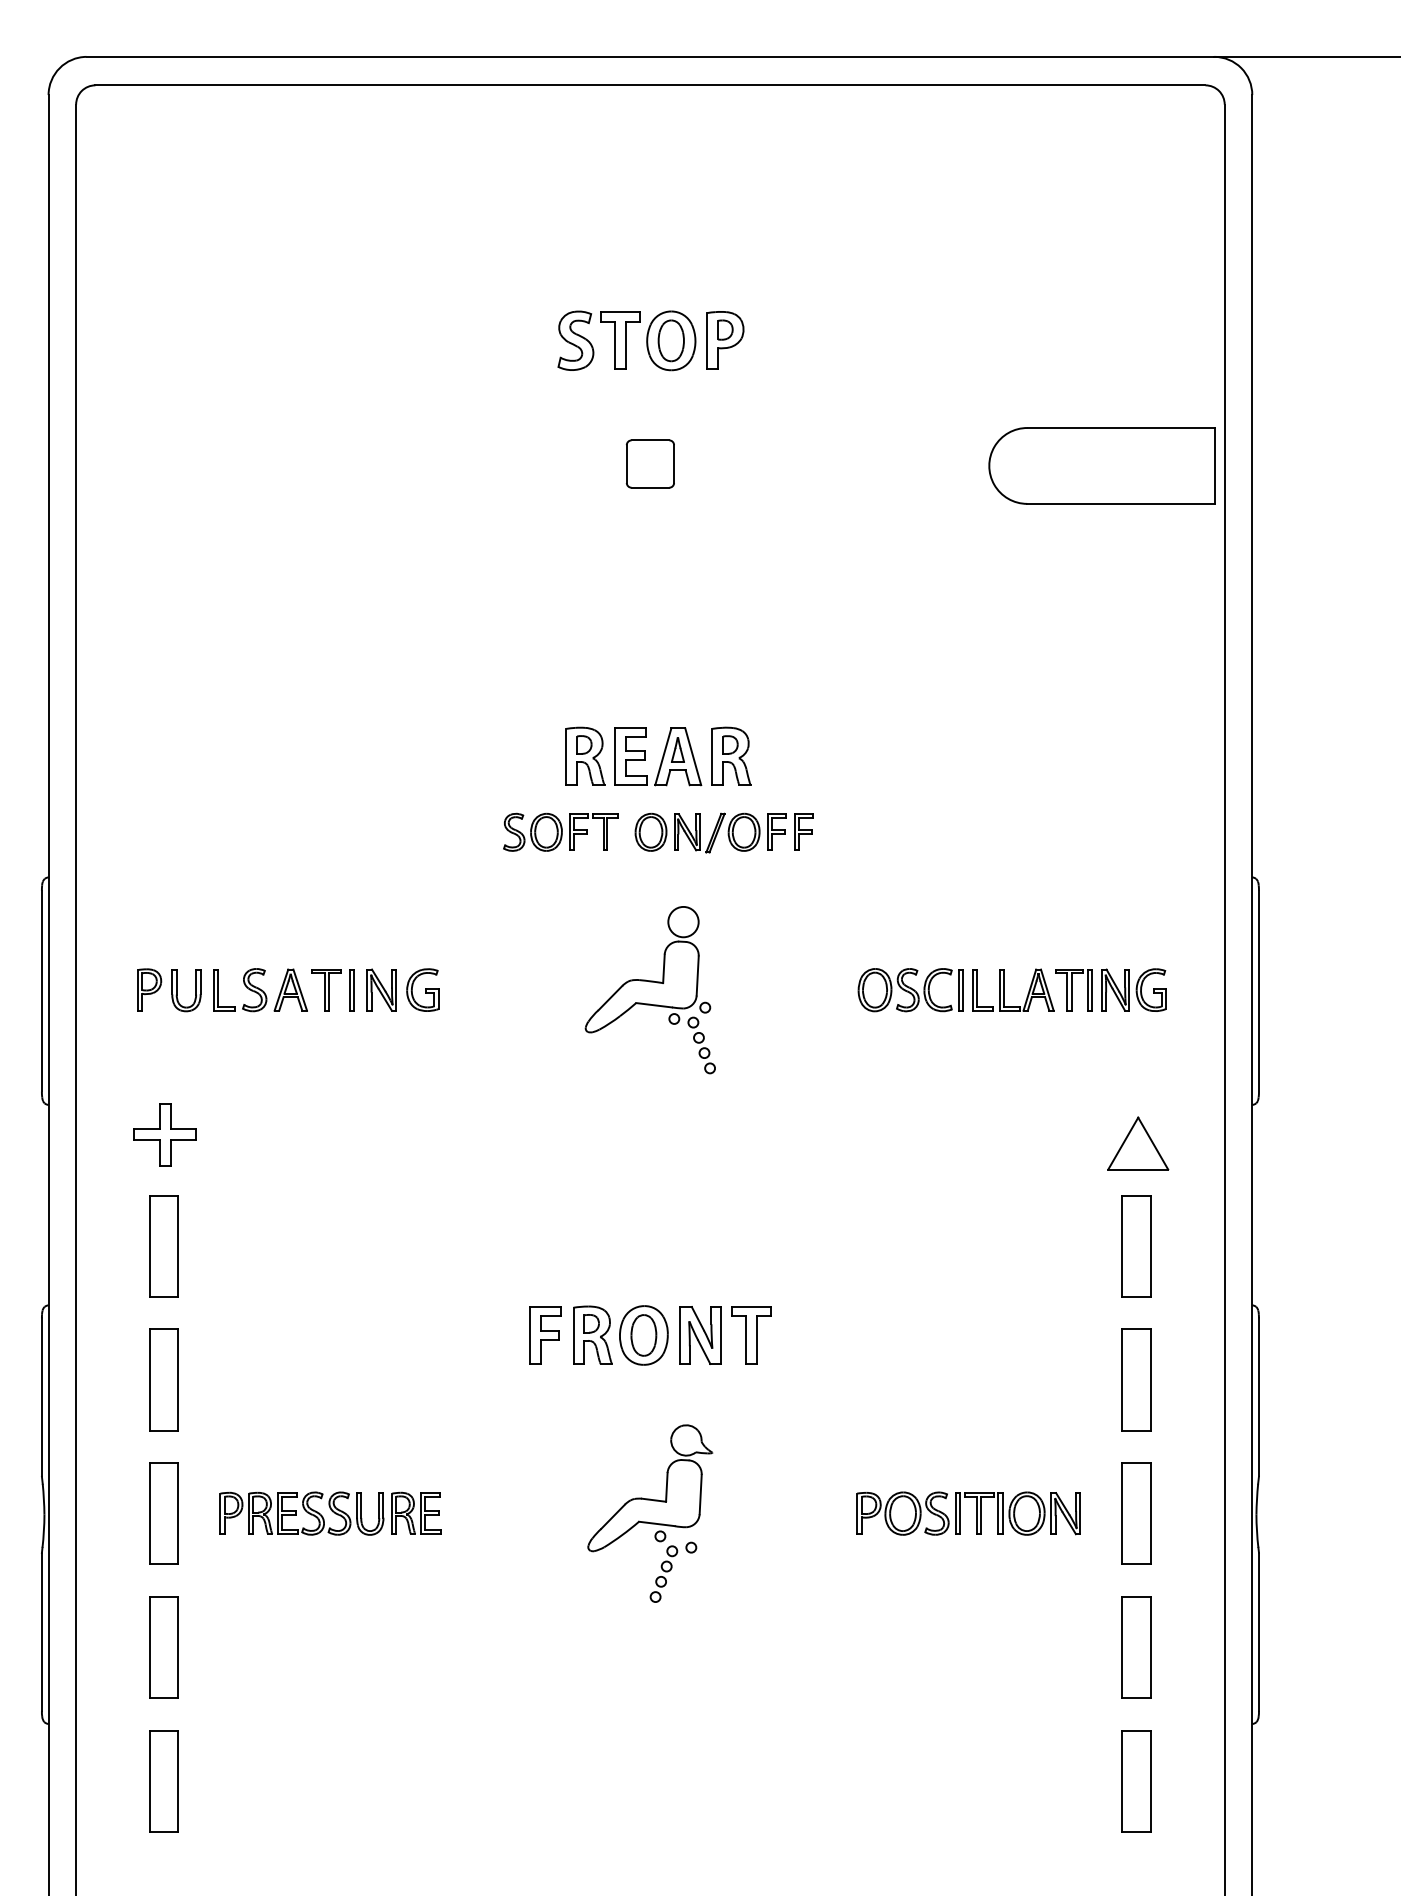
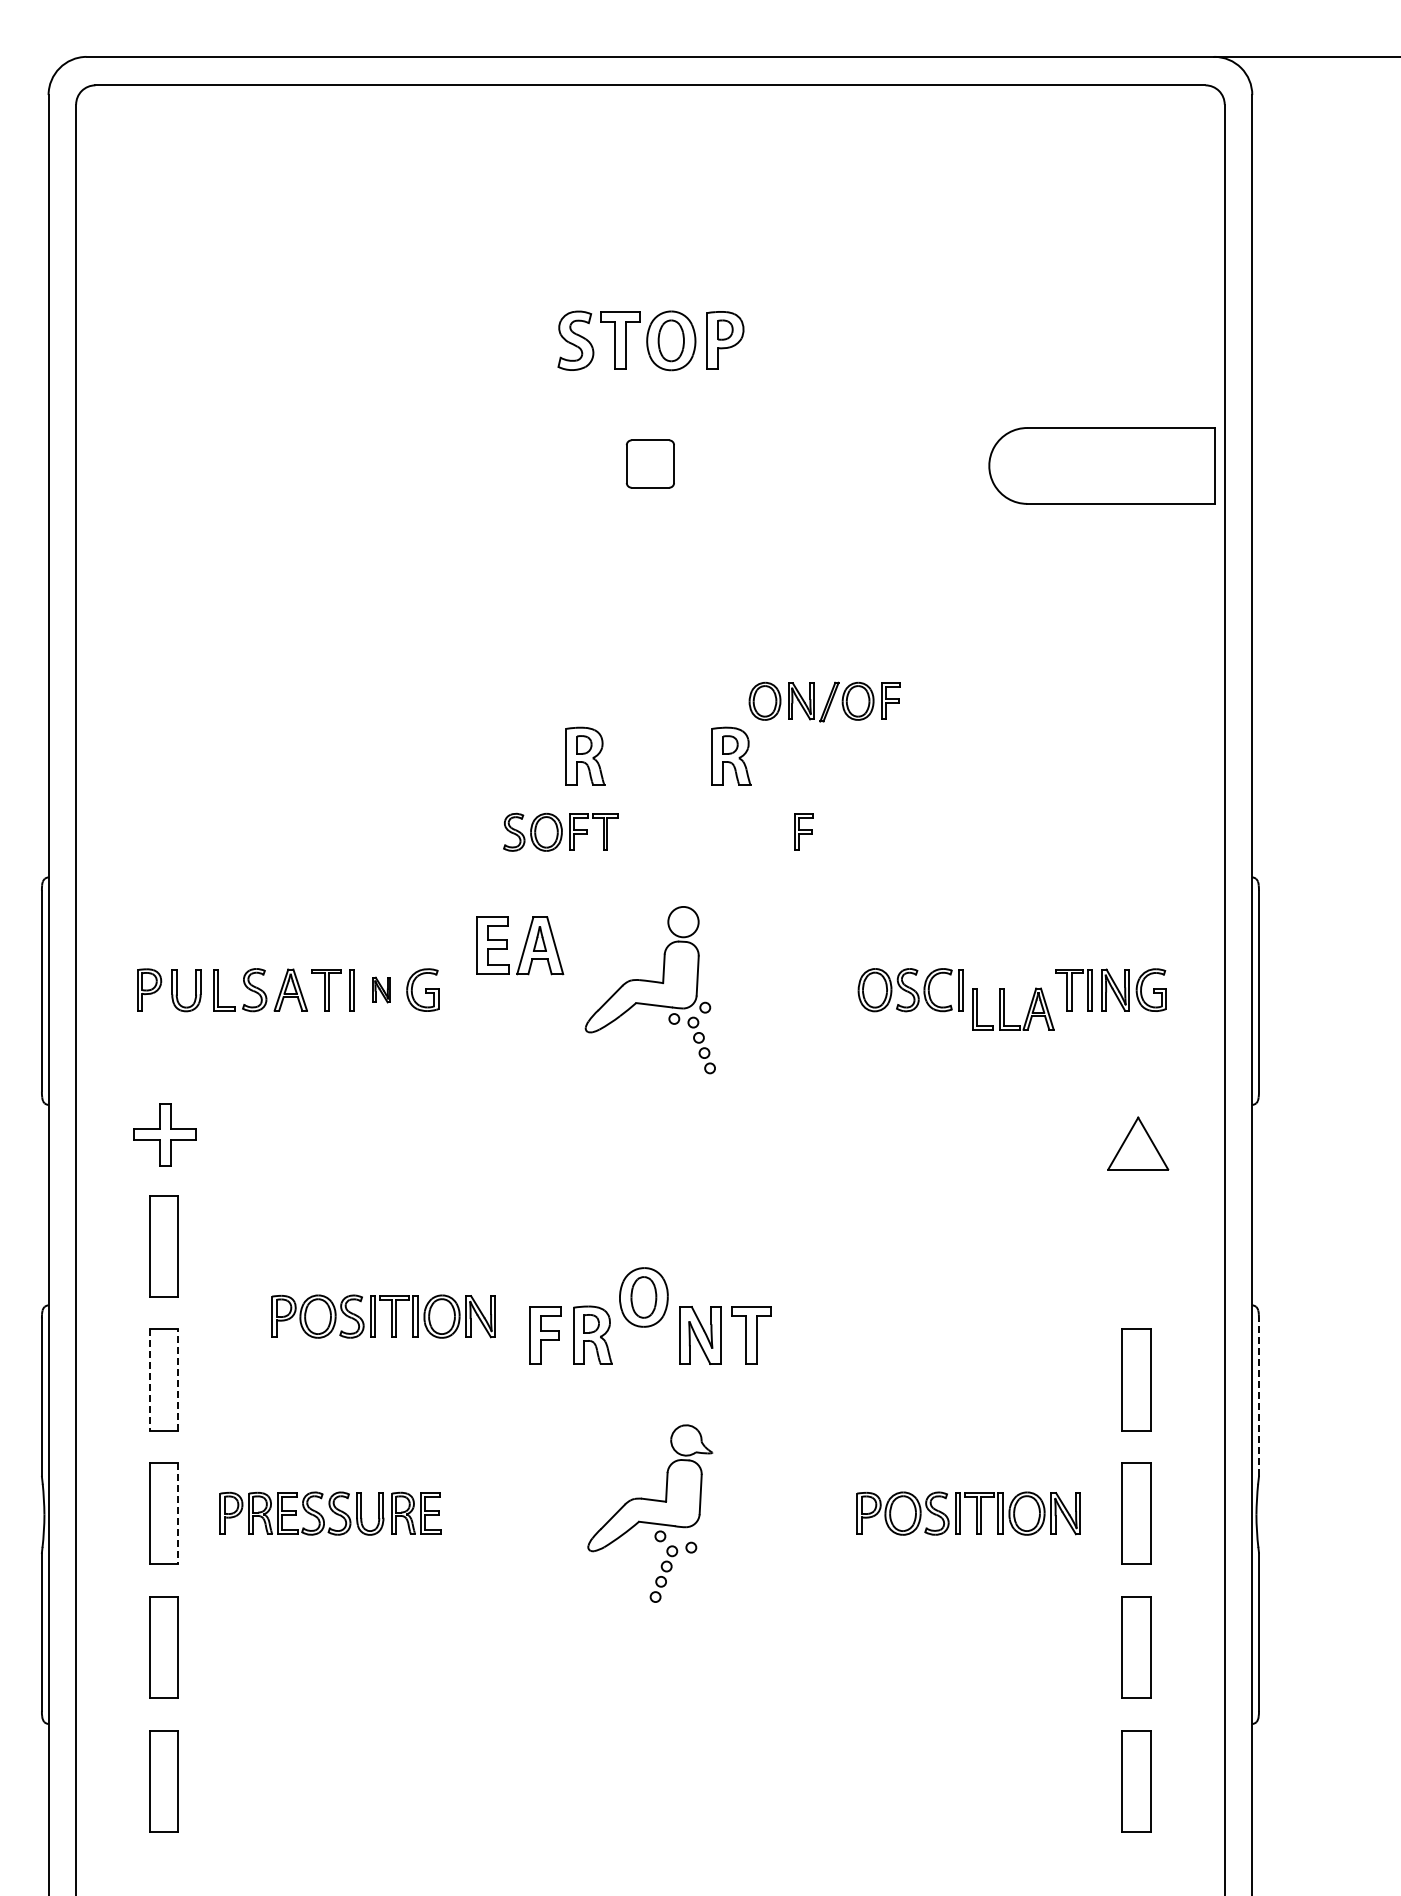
part at (658, 756) position: (658, 756) -> (520, 945)
part at (710, 832) position: (710, 832) -> (824, 701)
part at (381, 989) size: 31x44 px -> 19x28 px
part at (1004, 989) position: (1004, 989) -> (1004, 1008)
part at (1136, 1246): present -> none
part at (375, 1316): none -> present
part at (643, 1335) position: (643, 1335) -> (643, 1297)
line at (149, 1379): solid -> dashed
line at (178, 1379): solid -> dashed
line at (1258, 1397): solid -> dashed
line at (178, 1513): solid -> dashed
